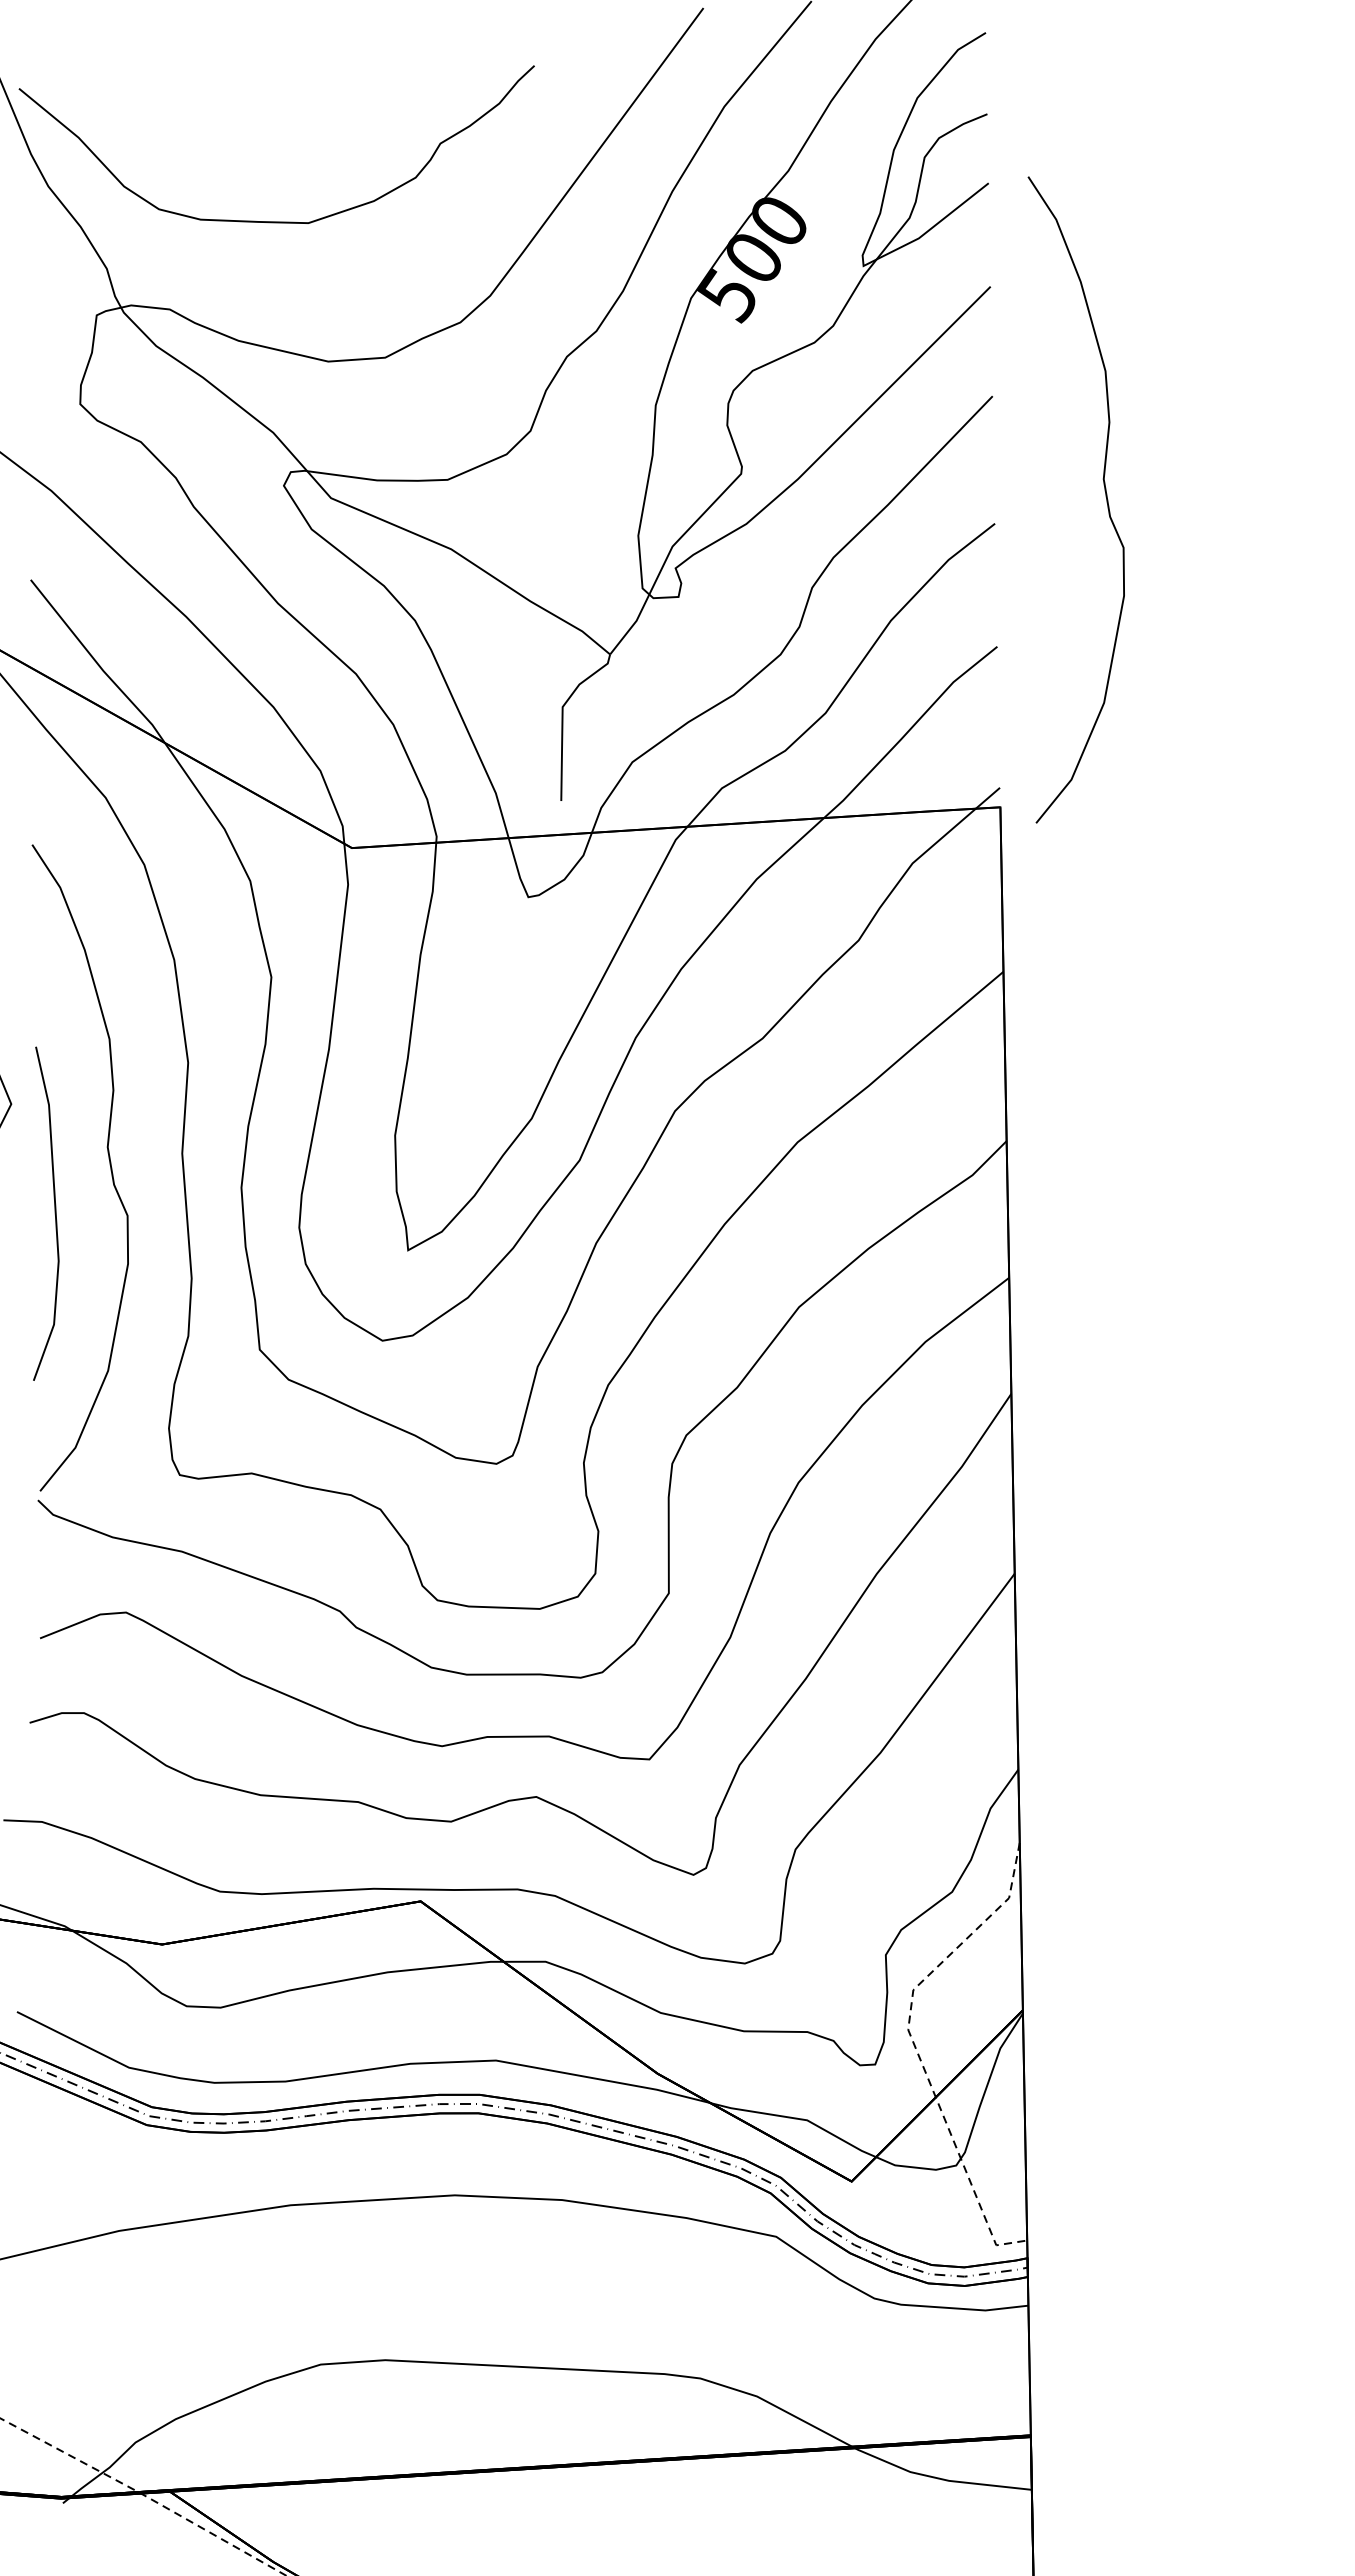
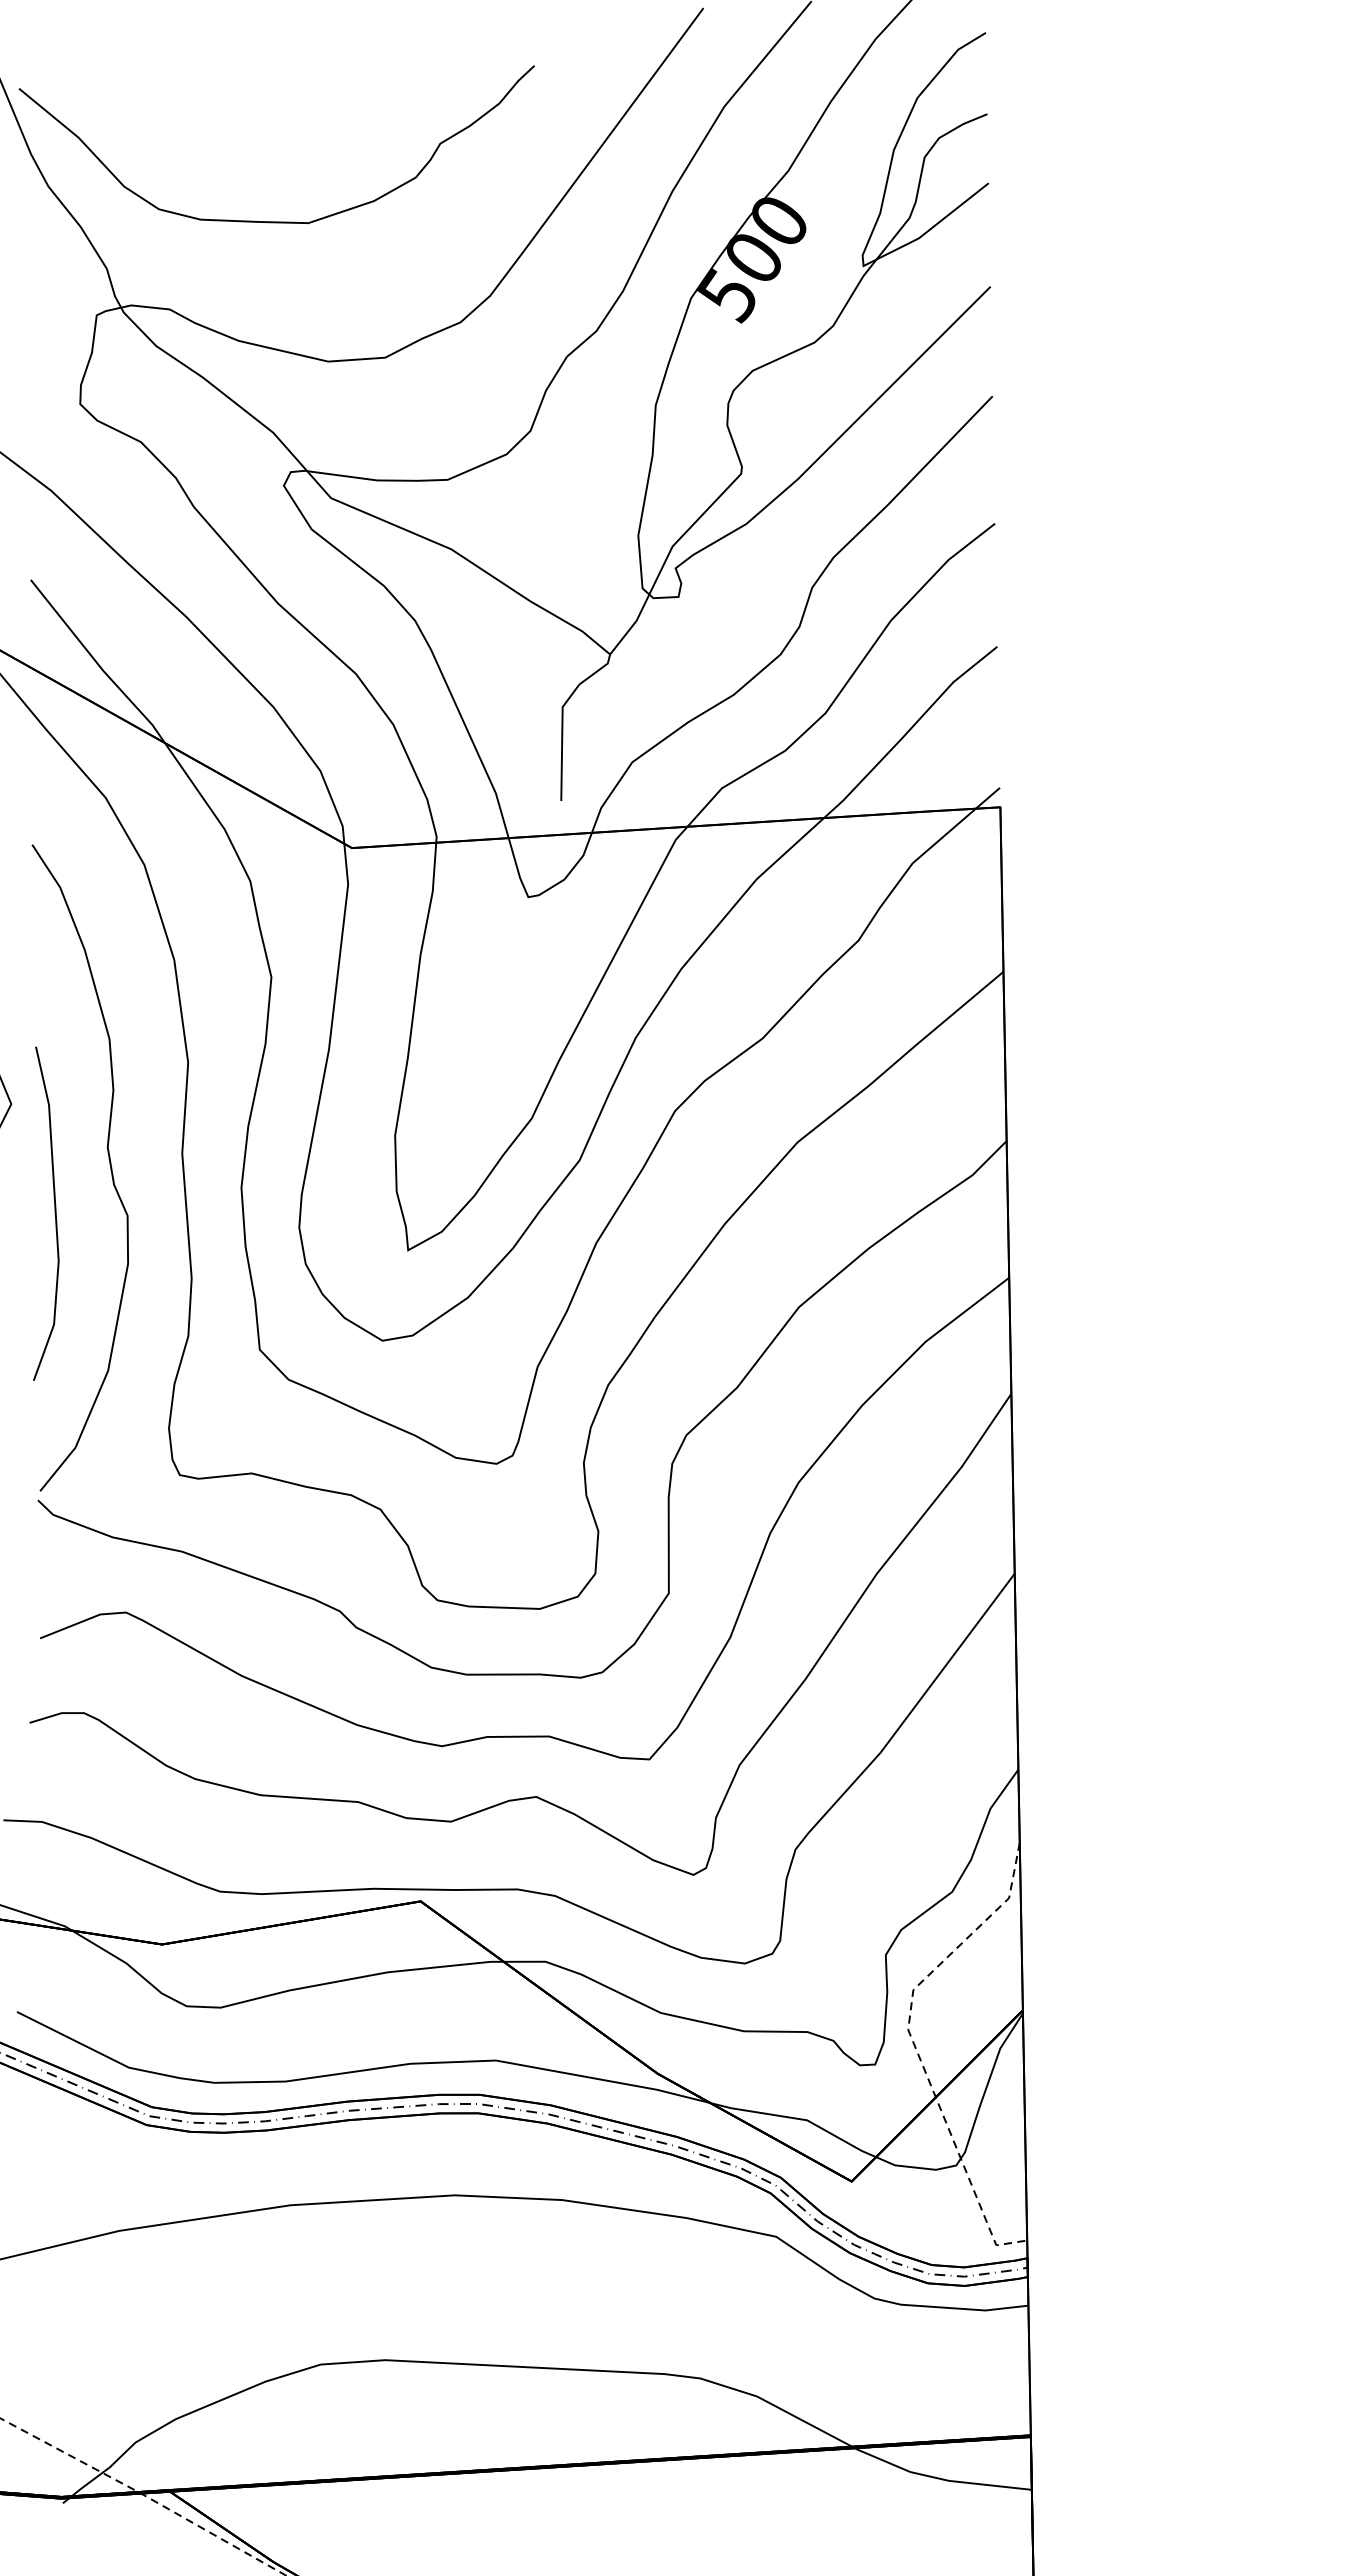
curve at (1105, 497): present -> none
